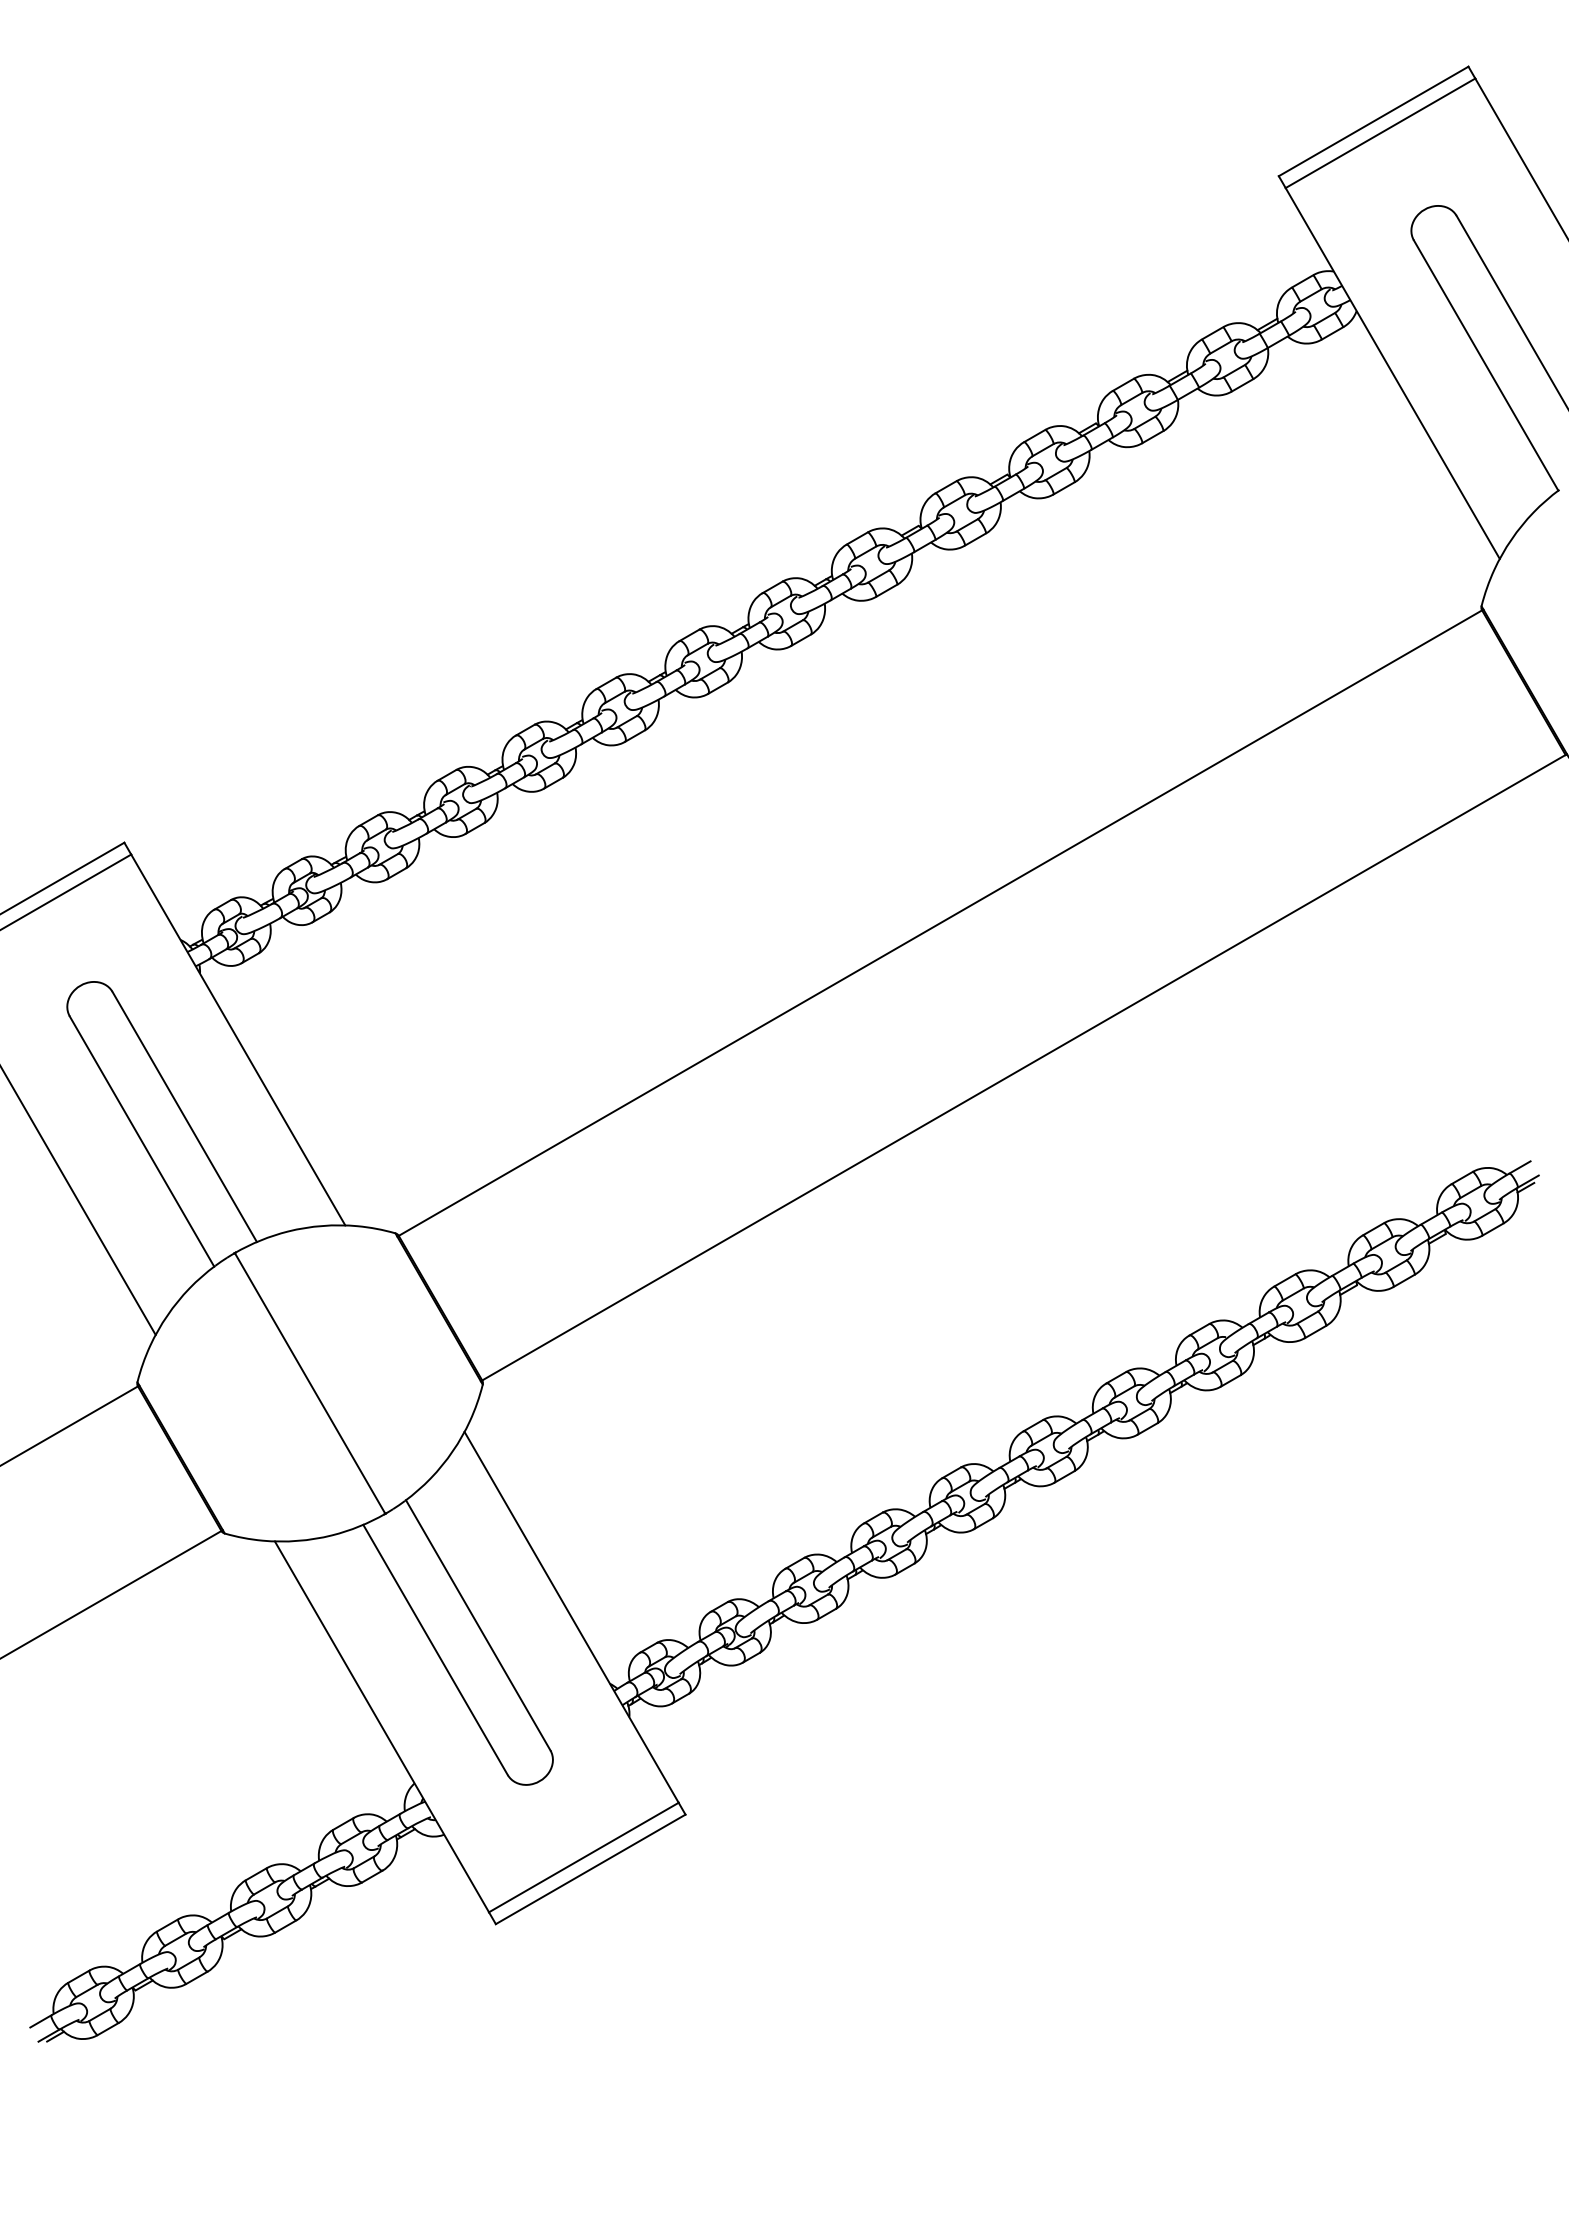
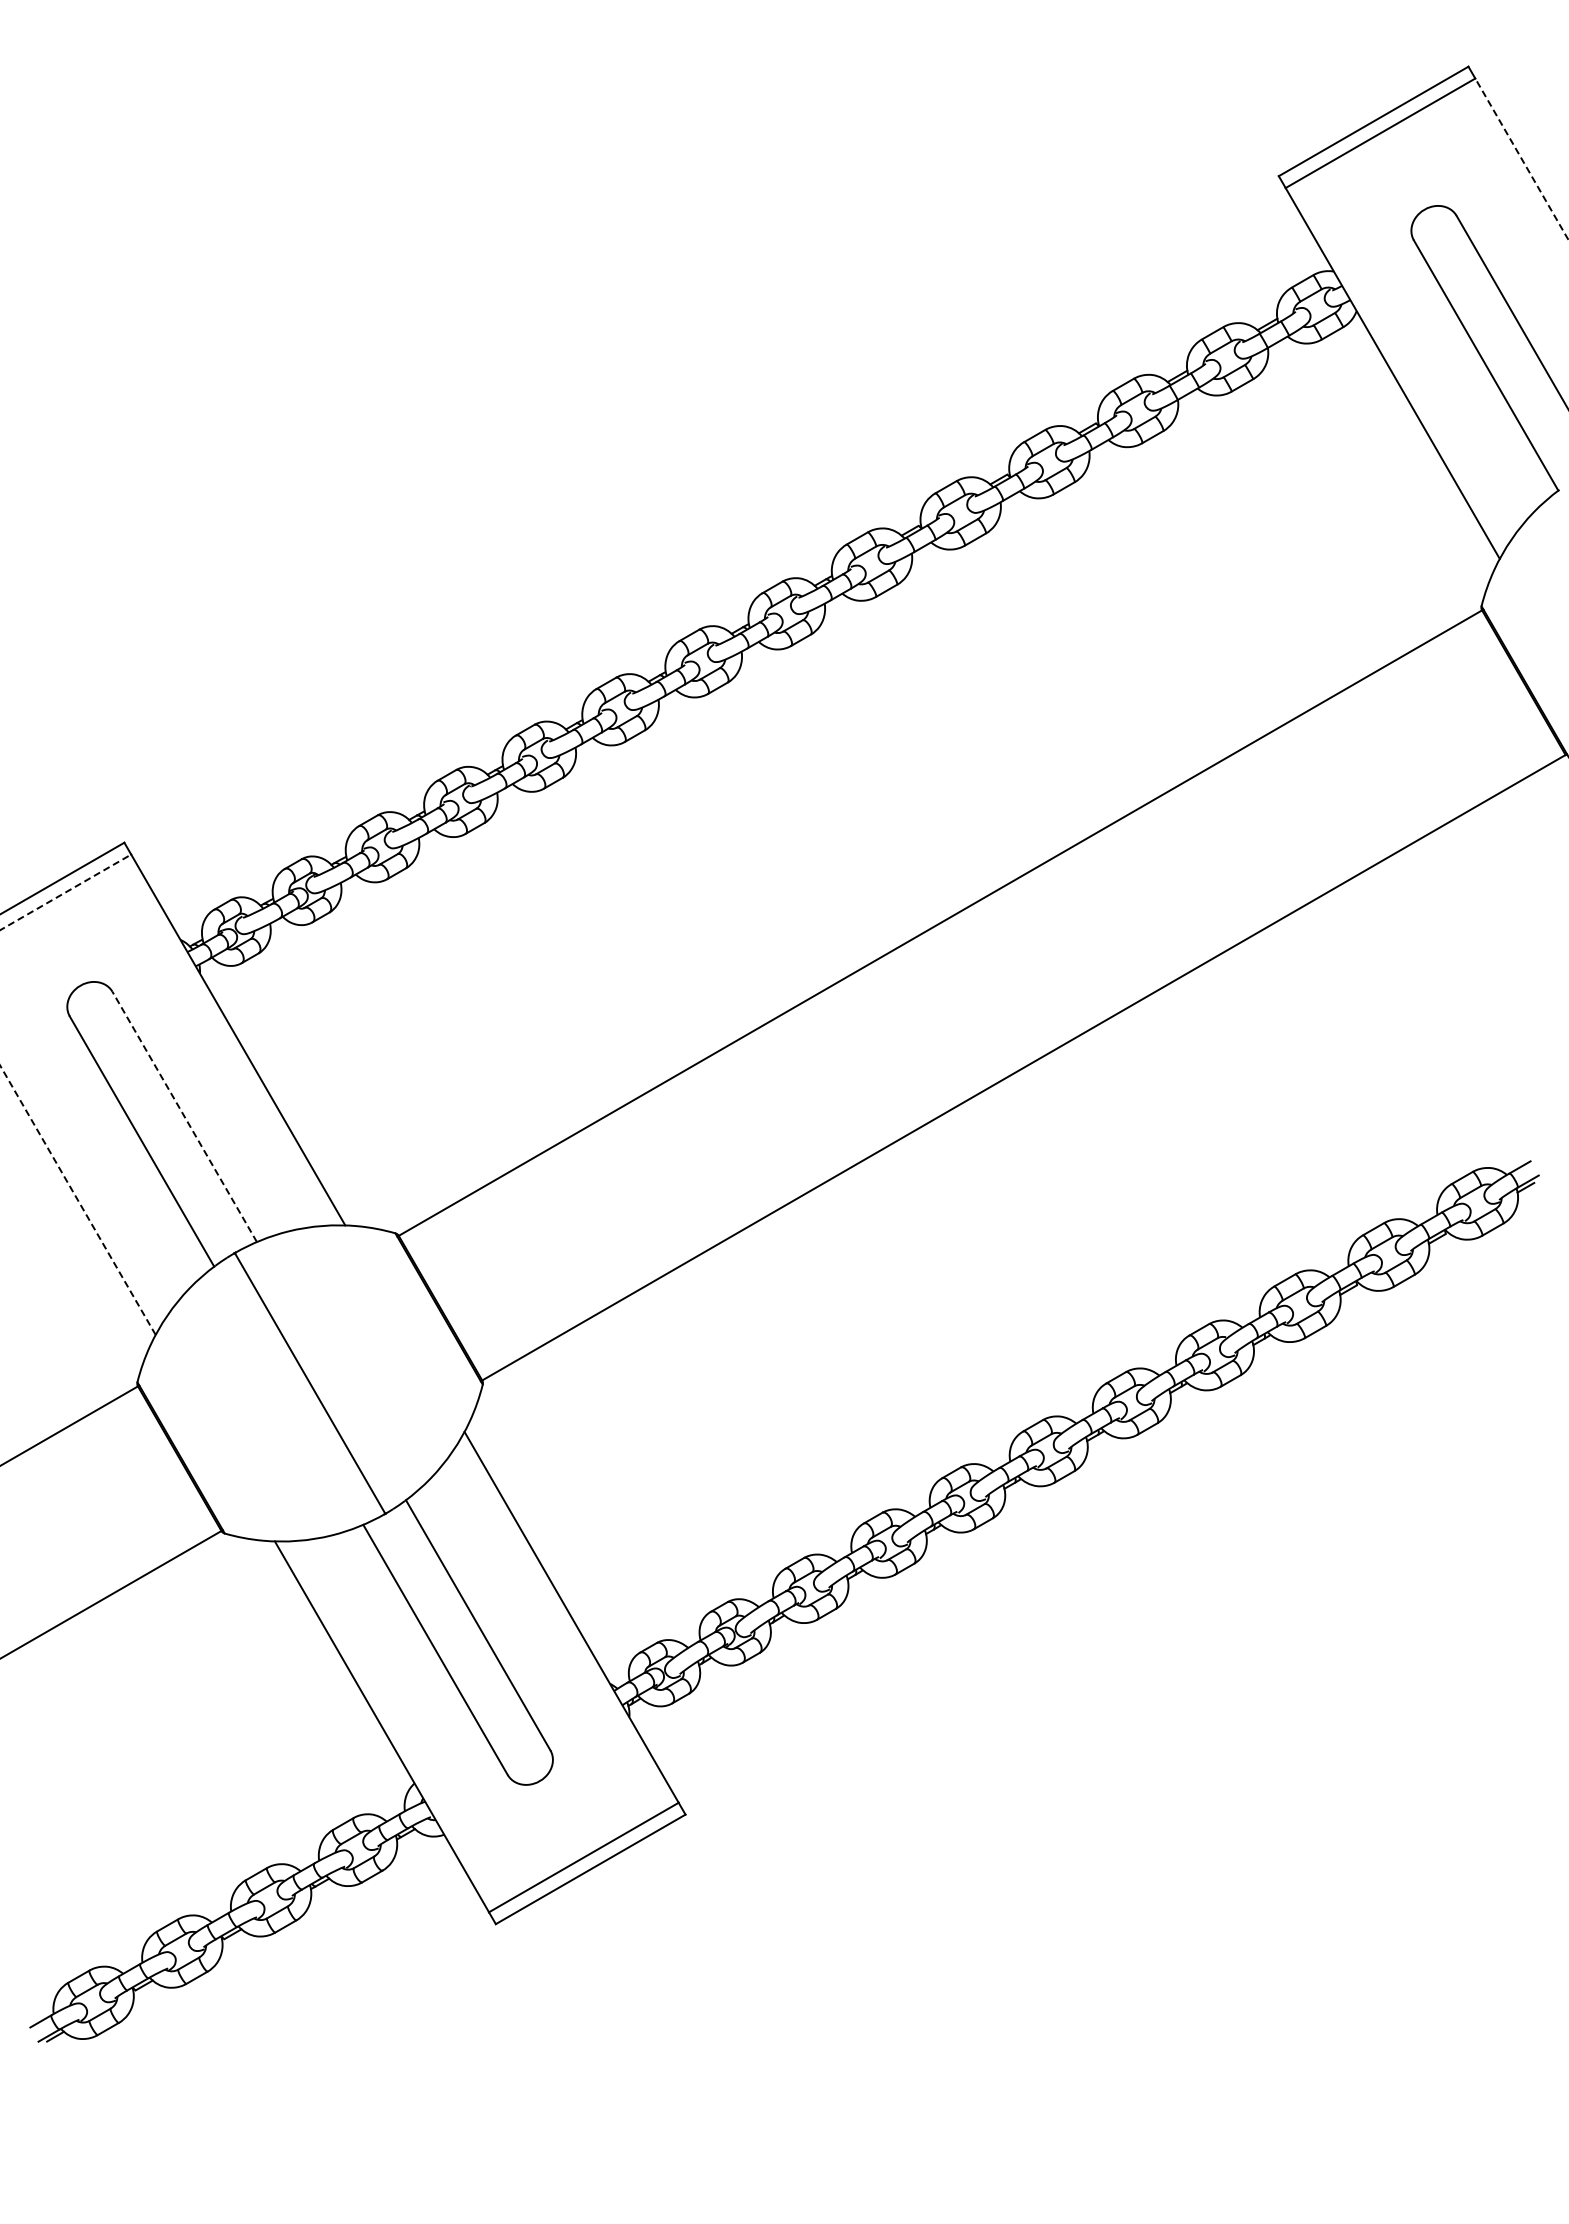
line at (1521, 158): solid -> dashed
line at (65, 892): solid -> dashed
line at (184, 1116): solid -> dashed
line at (77, 1200): solid -> dashed
